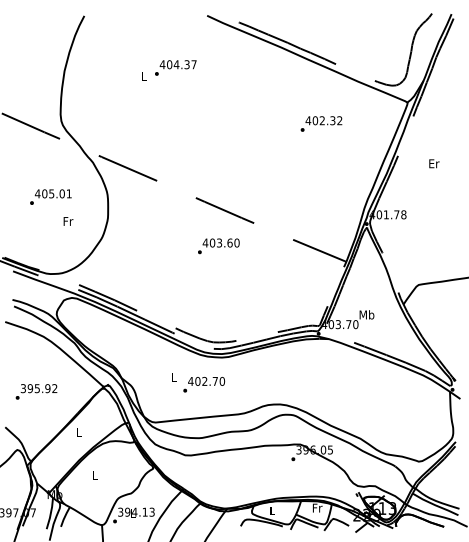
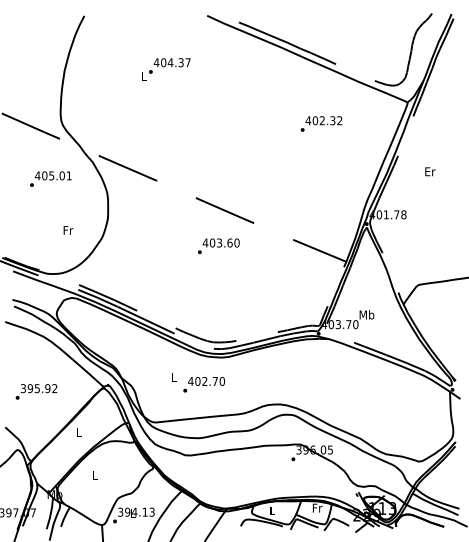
text at (175, 67) position: (175, 67) -> (169, 65)
text at (434, 163) position: (434, 163) -> (430, 171)
text at (50, 196) position: (50, 196) -> (50, 178)
text at (68, 221) position: (68, 221) -> (68, 230)
